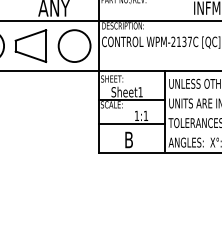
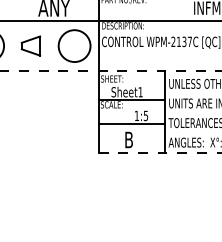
part at (30, 45) size: 34x34 px -> 22x22 px
line at (111, 71): solid -> dashed
text at (145, 115): 1:1 -> 1:5
line at (160, 153): solid -> dashed
